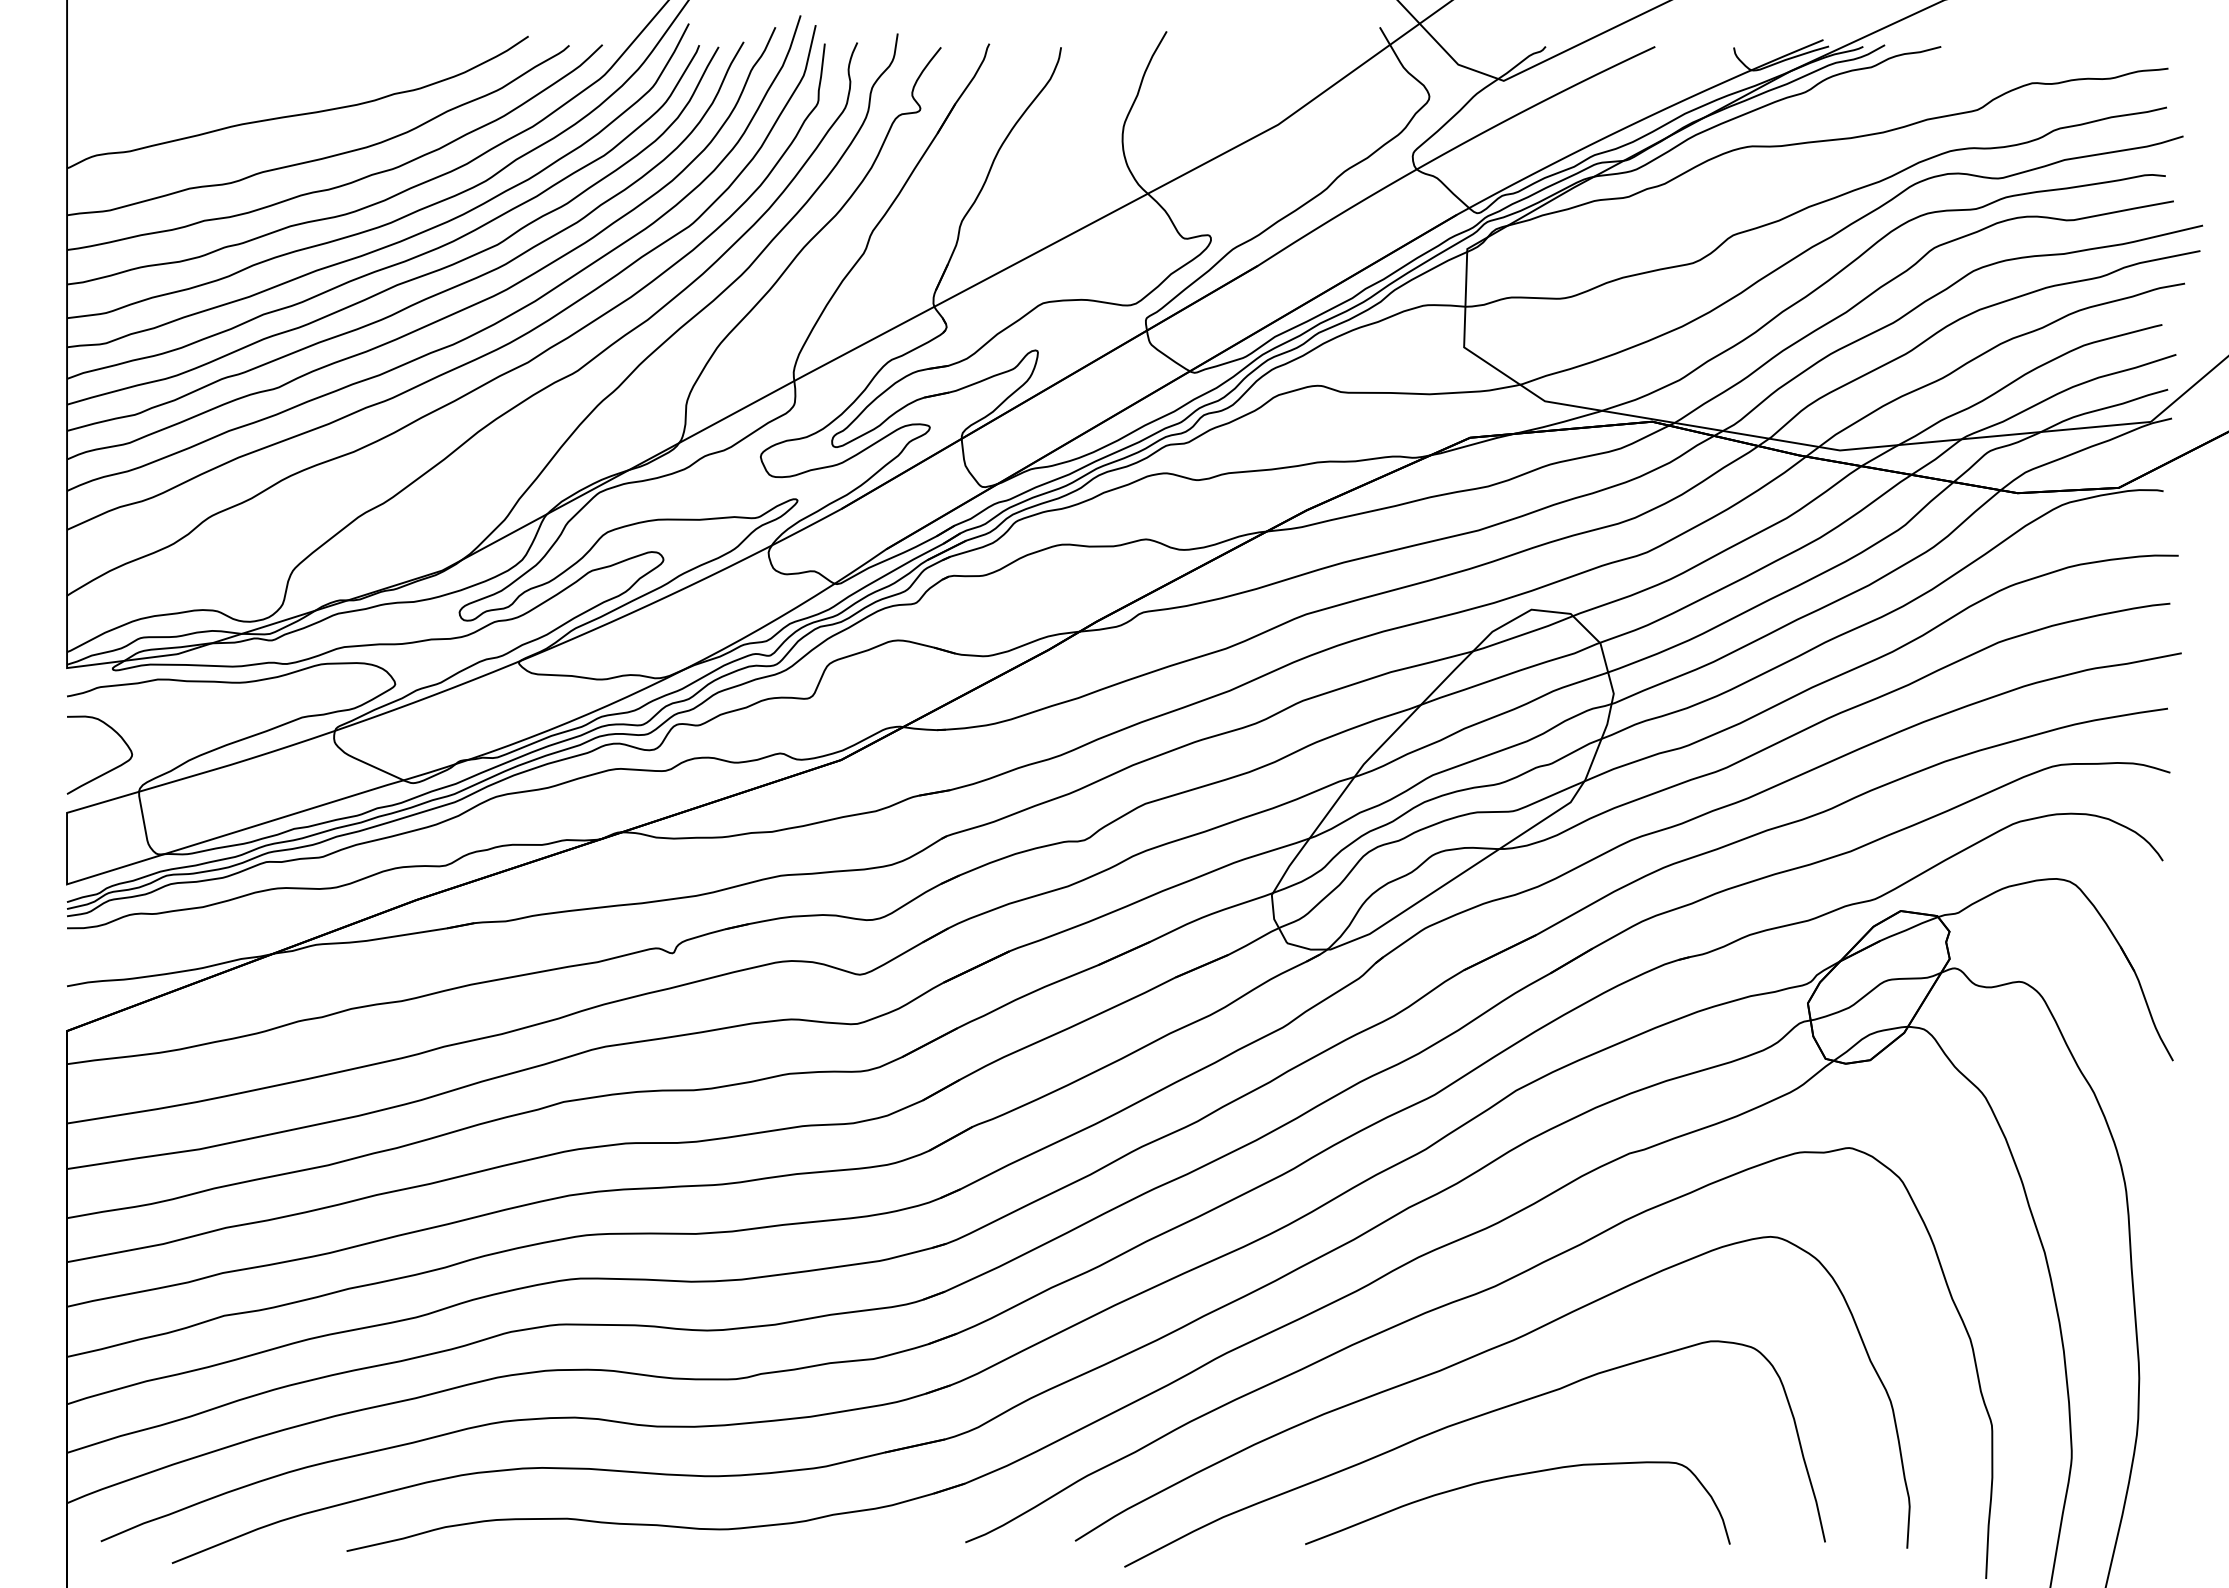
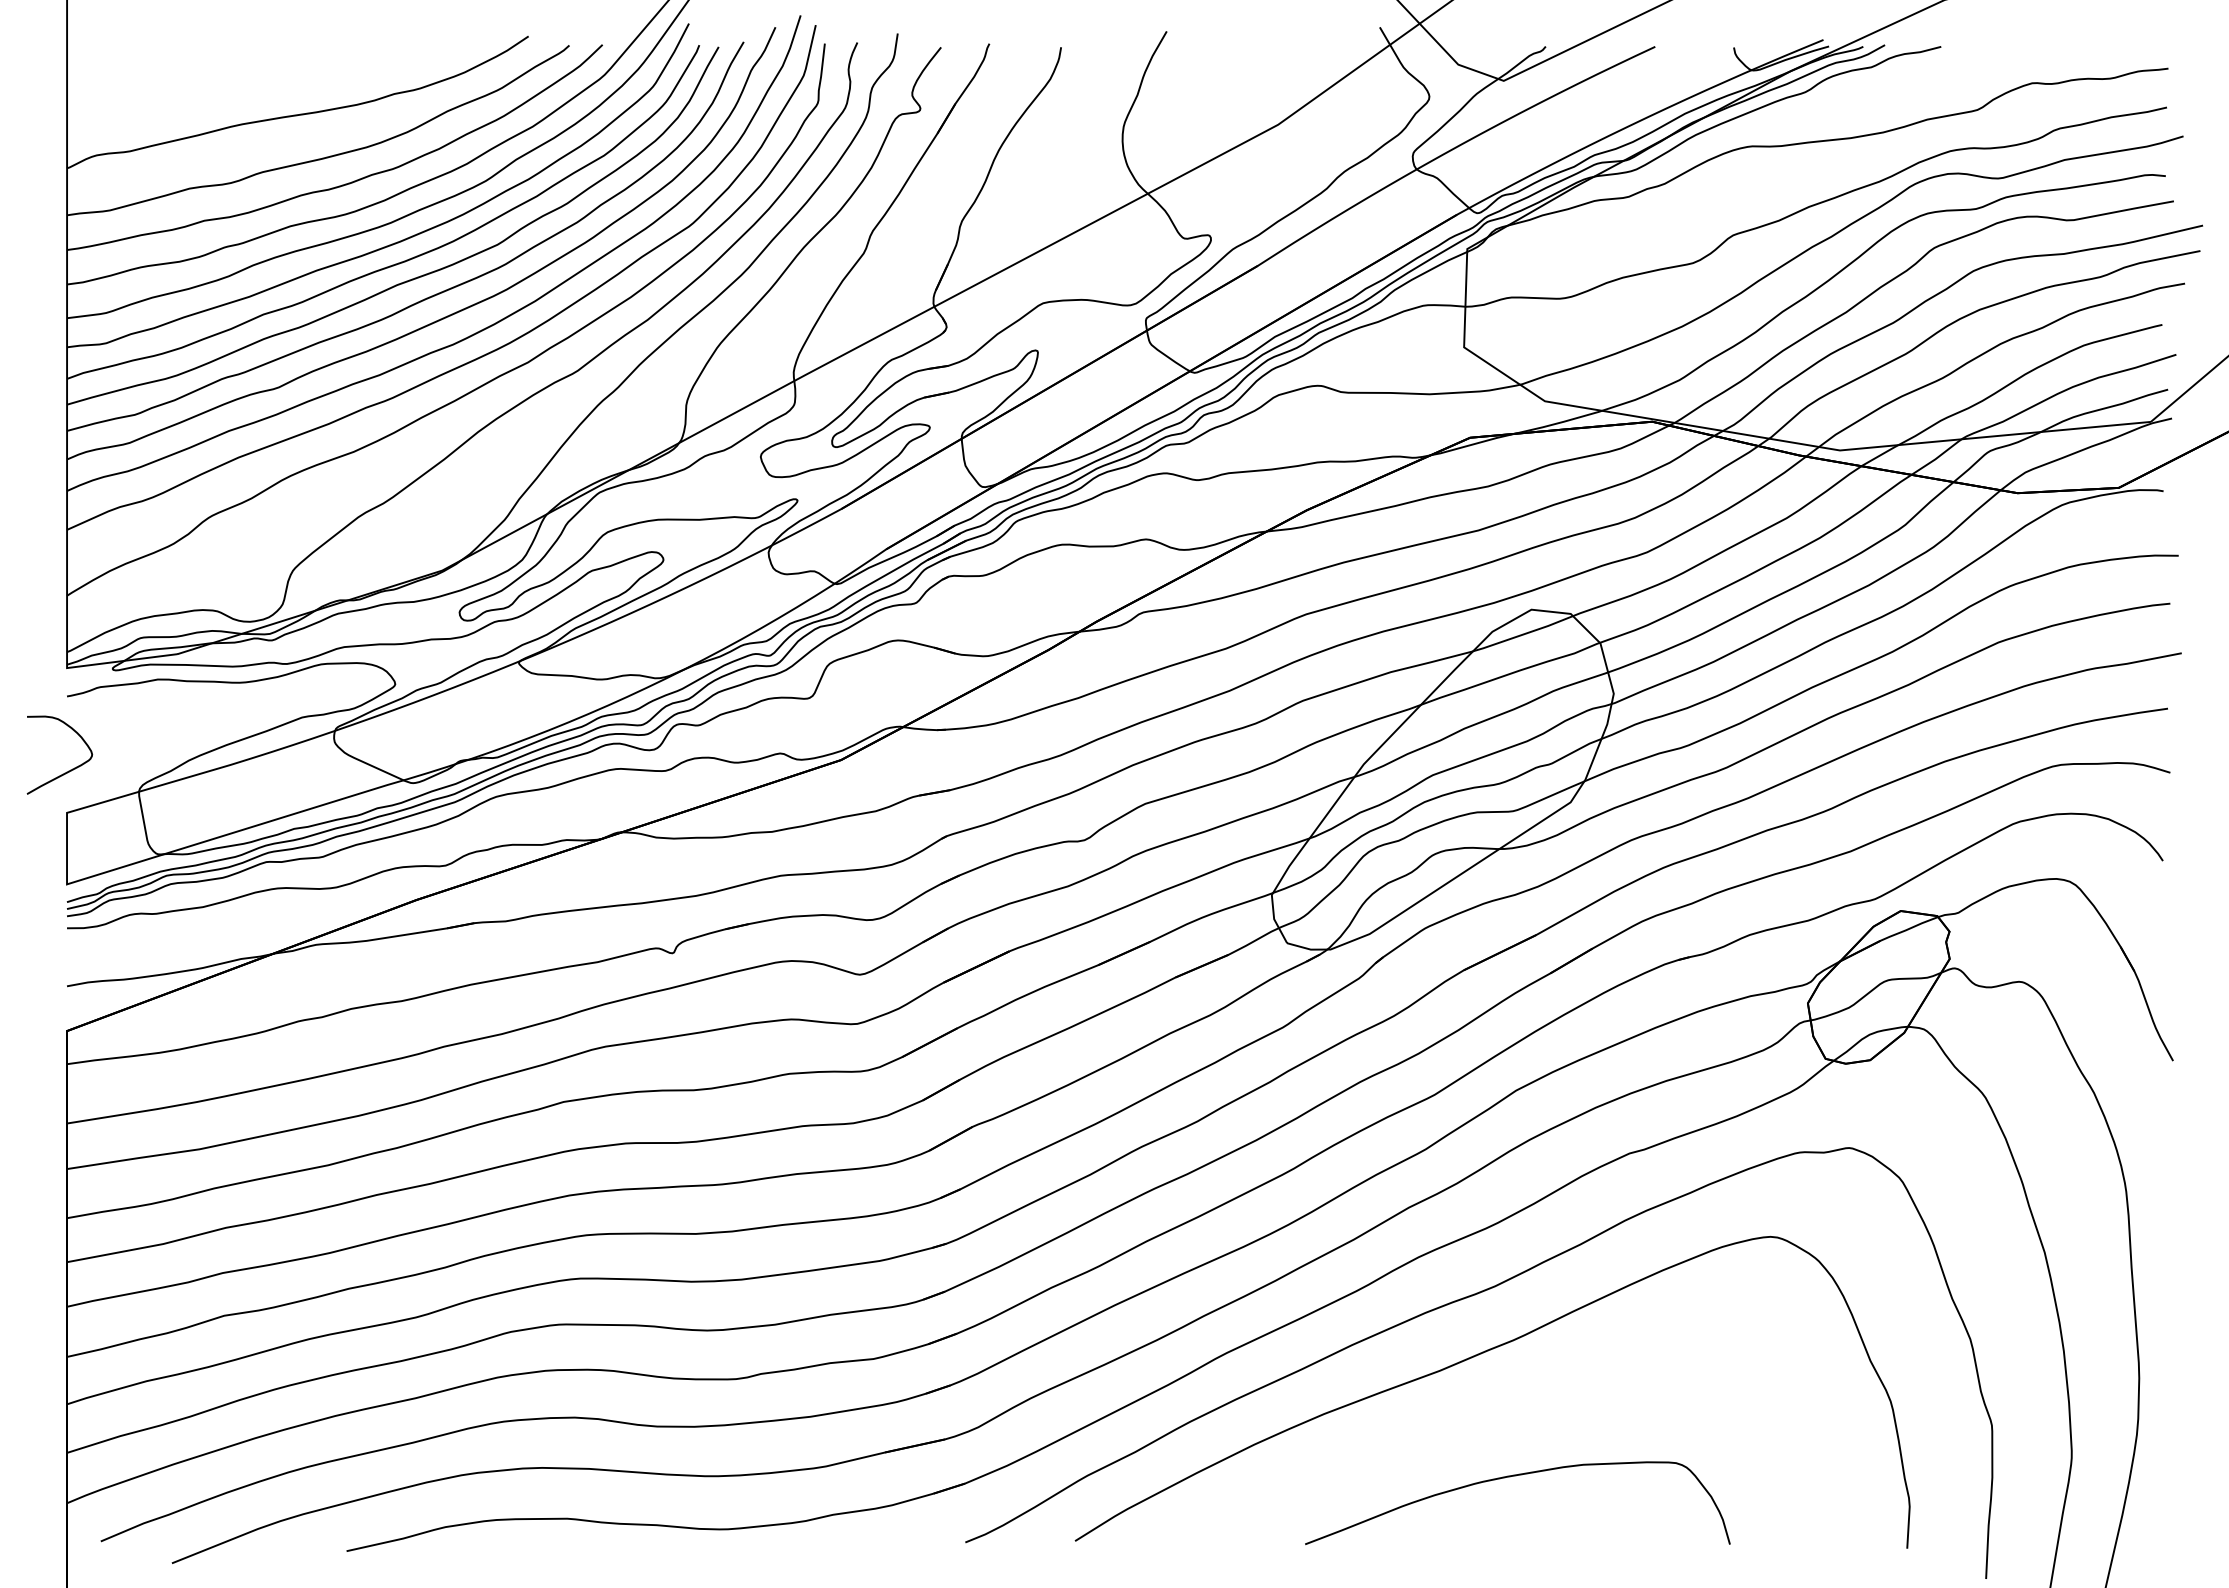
curve at (108, 770) position: (108, 770) -> (68, 770)
curve at (1463, 1422): present -> none
